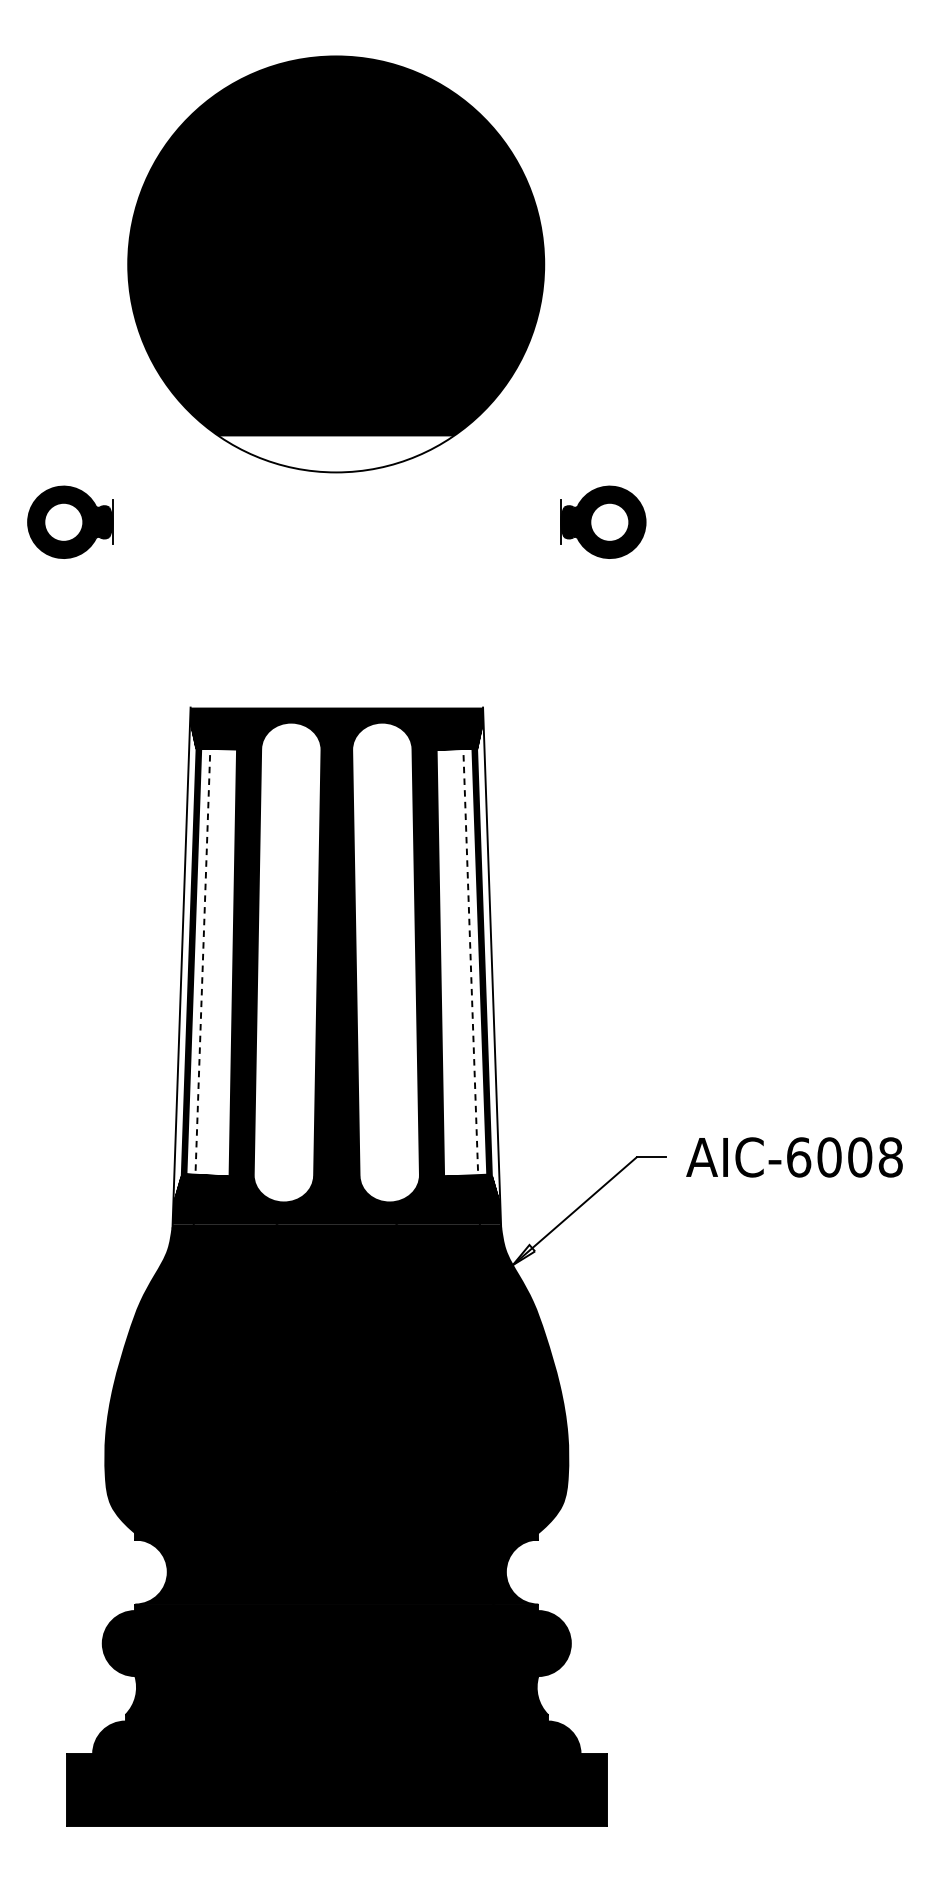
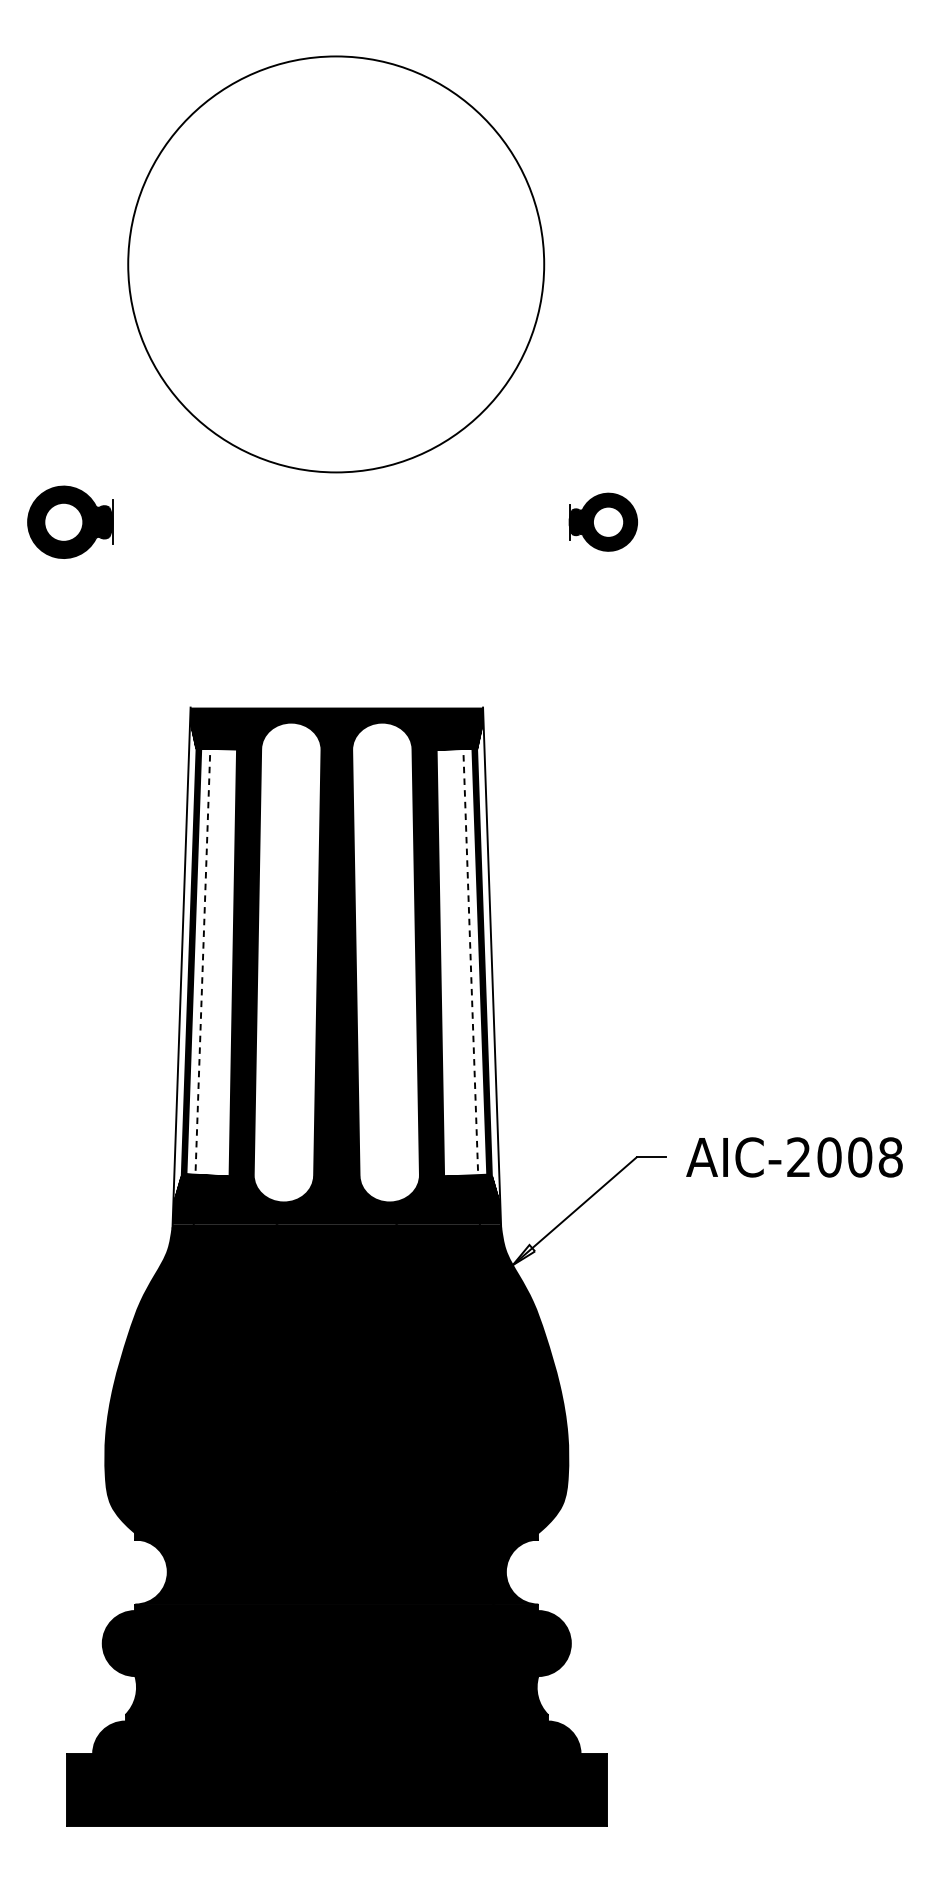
fill at (336, 246): present -> none
part at (603, 521) size: 87x74 px -> 70x60 px
text at (799, 1157): AIC-6008 -> AIC-2008
